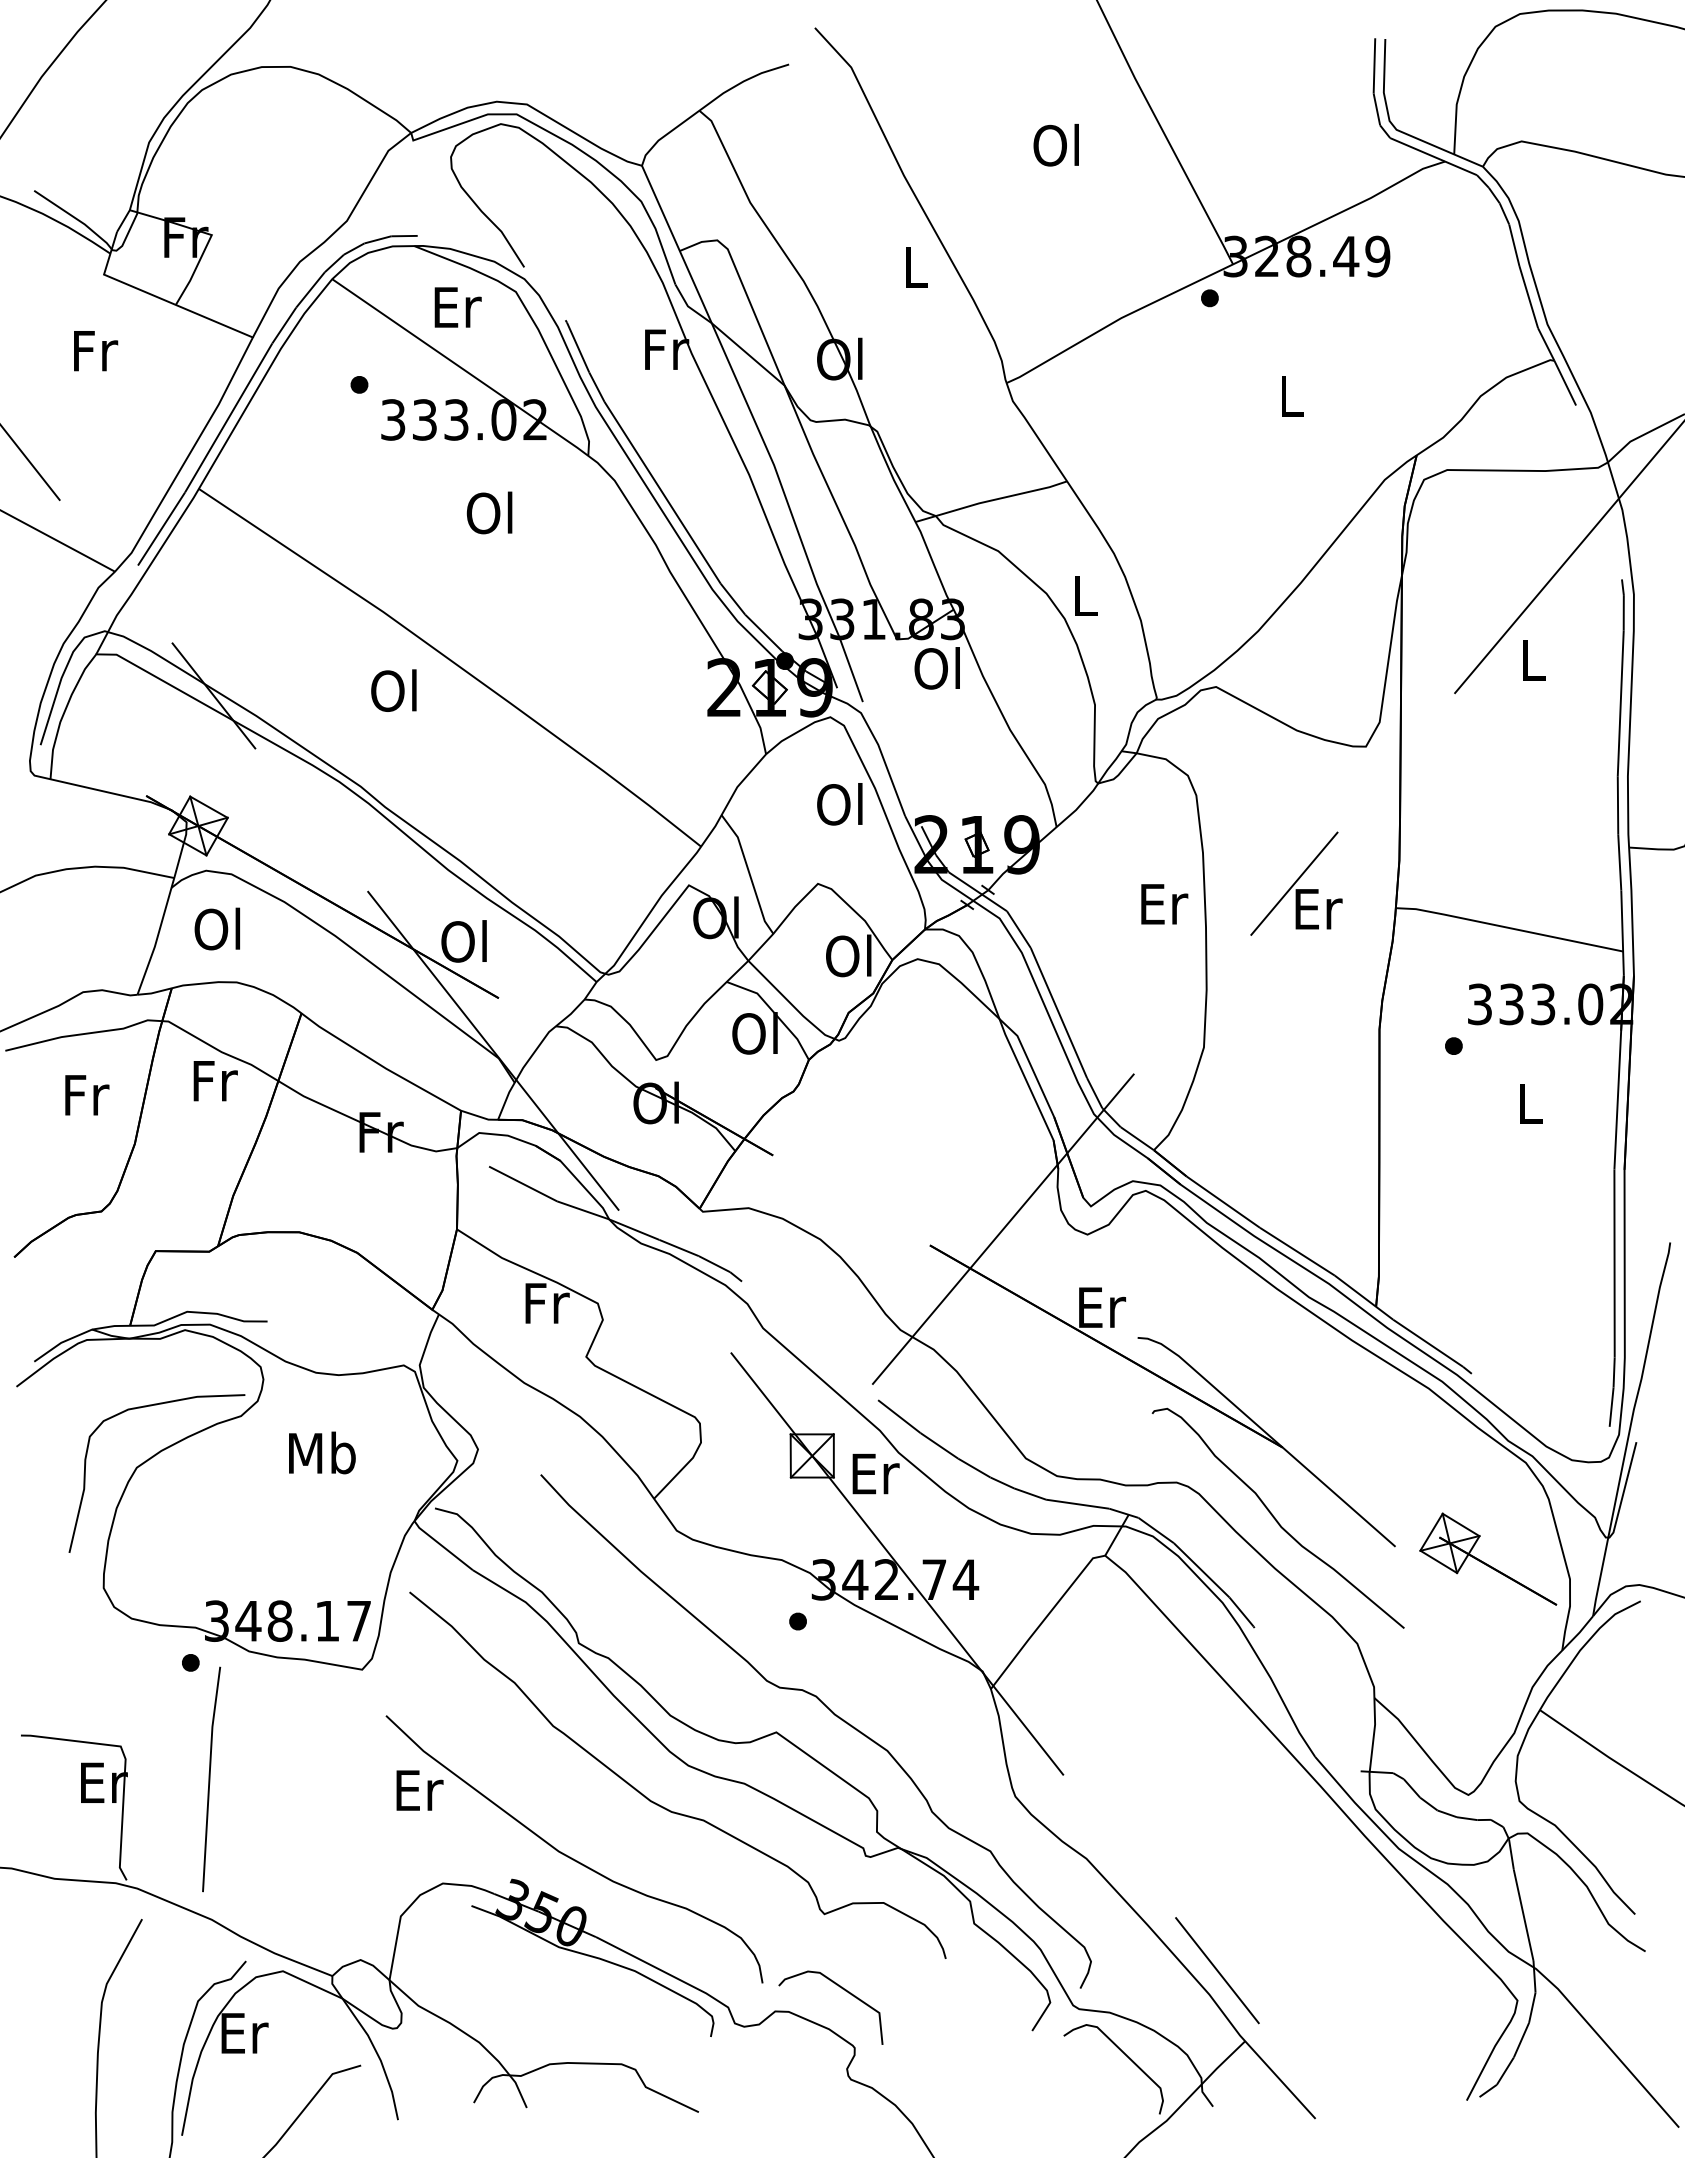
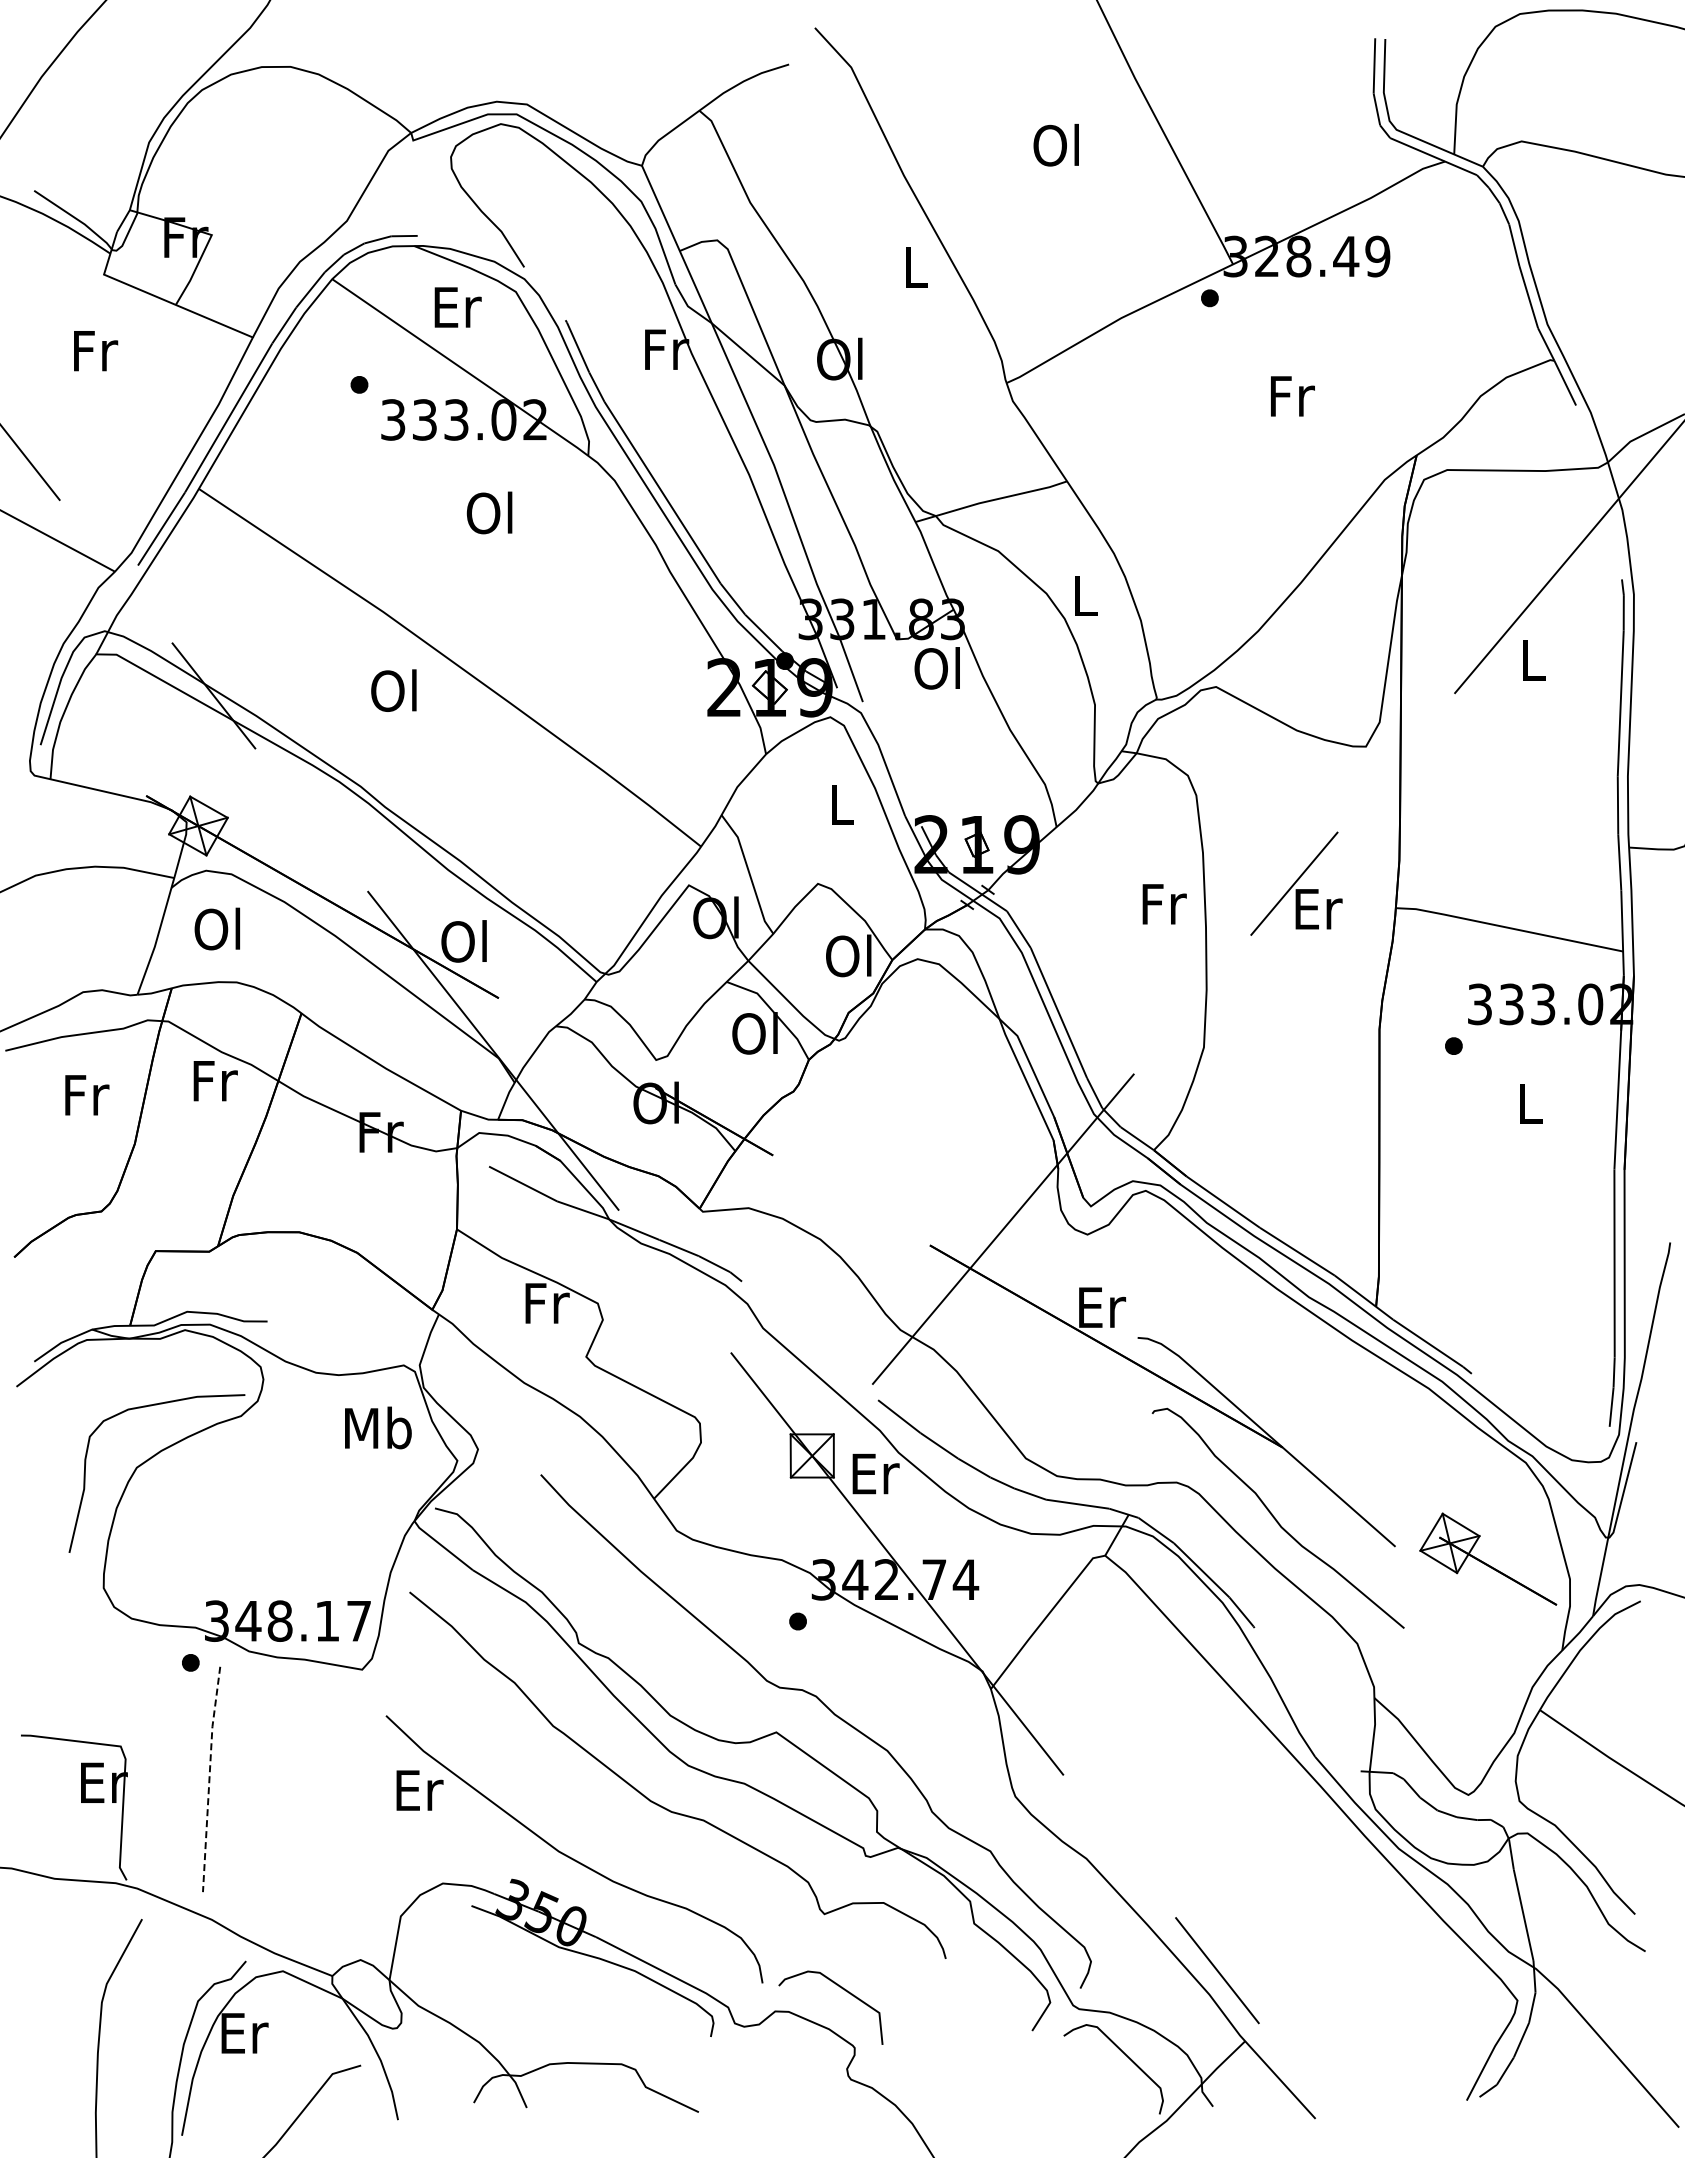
text at (1292, 396): L -> Fr
text at (839, 804): Ol -> L
text at (1164, 904): Er -> Fr
text at (322, 1452) position: (322, 1452) -> (378, 1427)
line at (209, 1778): solid -> dashed
